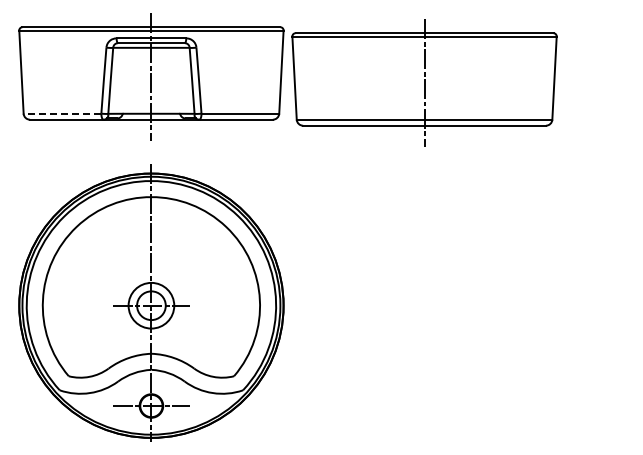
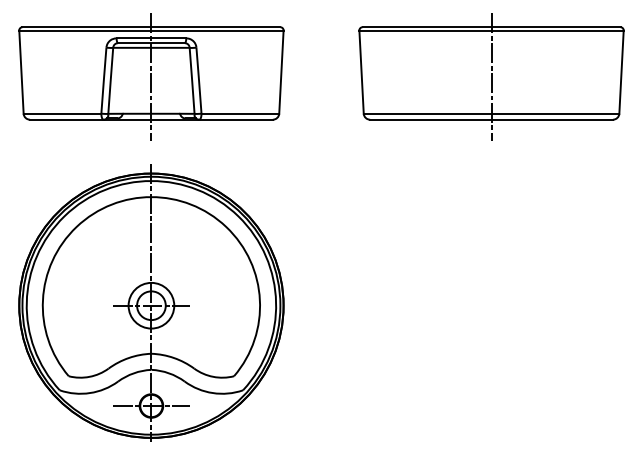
part at (424, 82) position: (424, 82) -> (491, 76)
line at (62, 113): dashed -> solid
